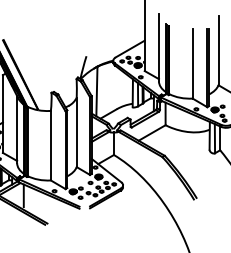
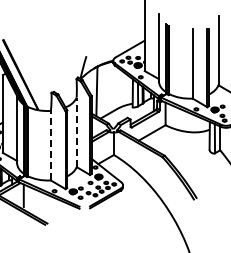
line at (76, 132): solid -> dashed
line at (50, 145): solid -> dashed
